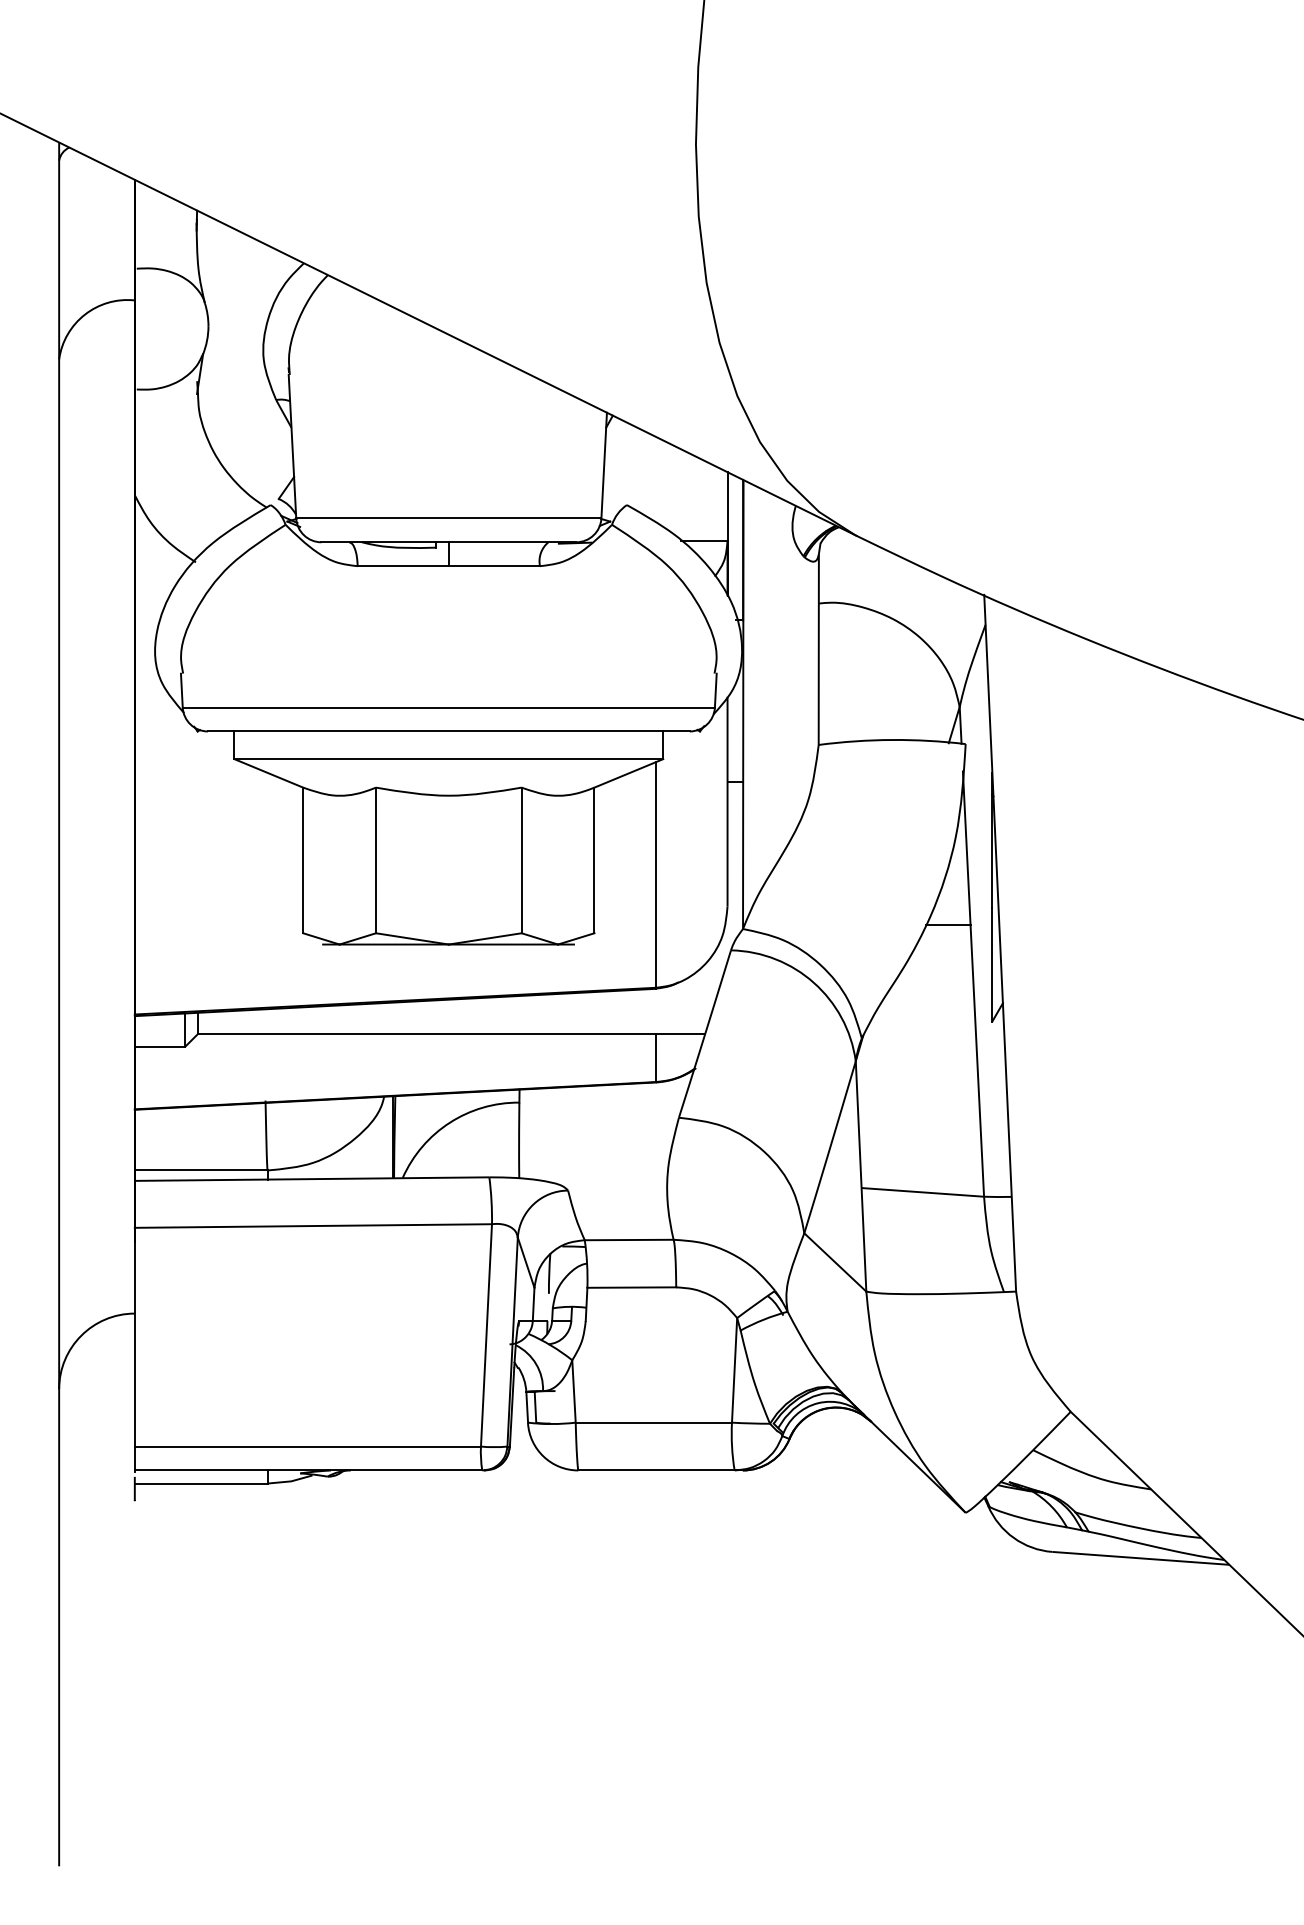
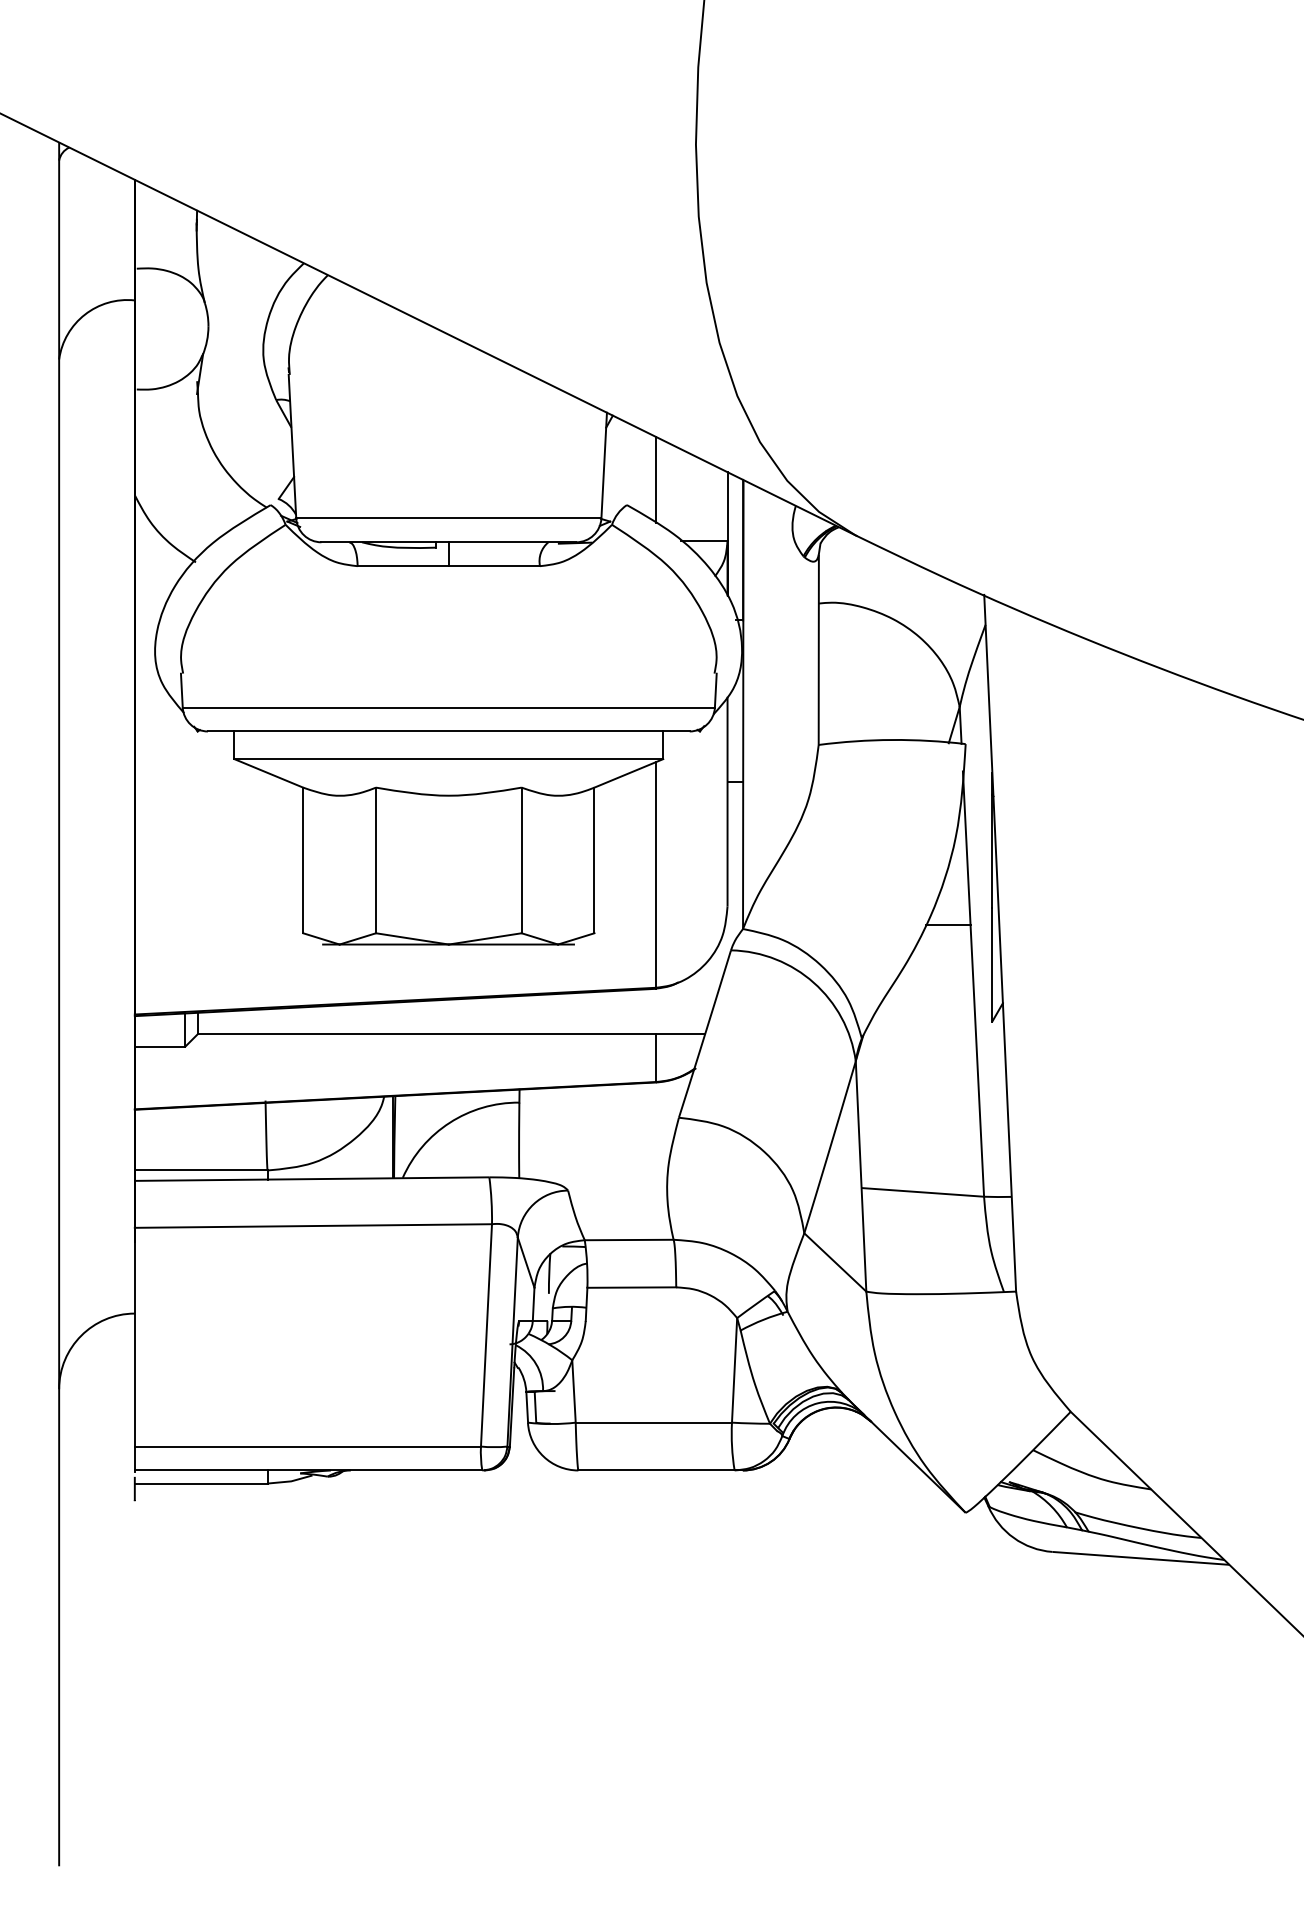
line at (655, 479): none -> present
